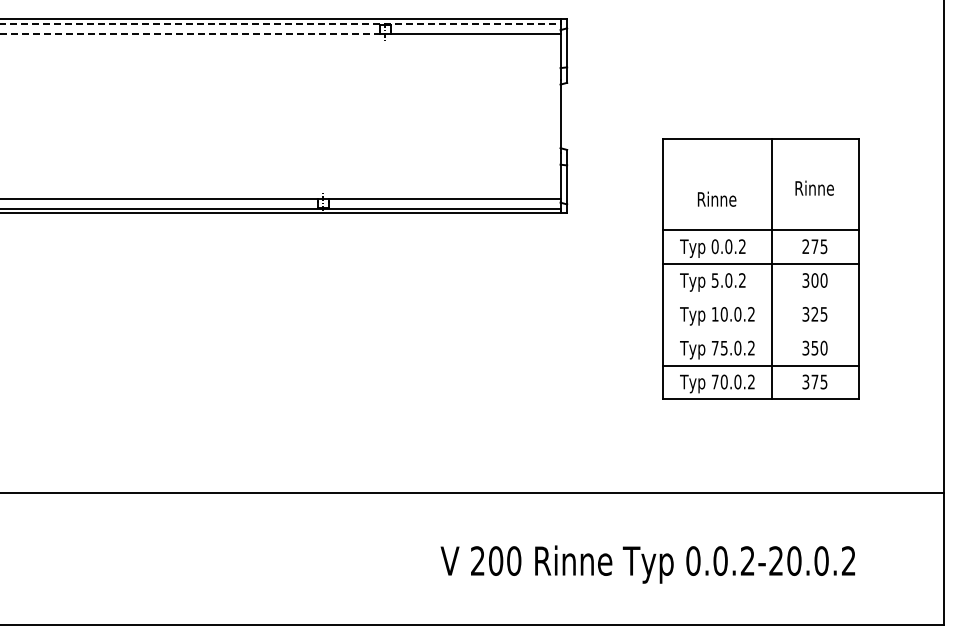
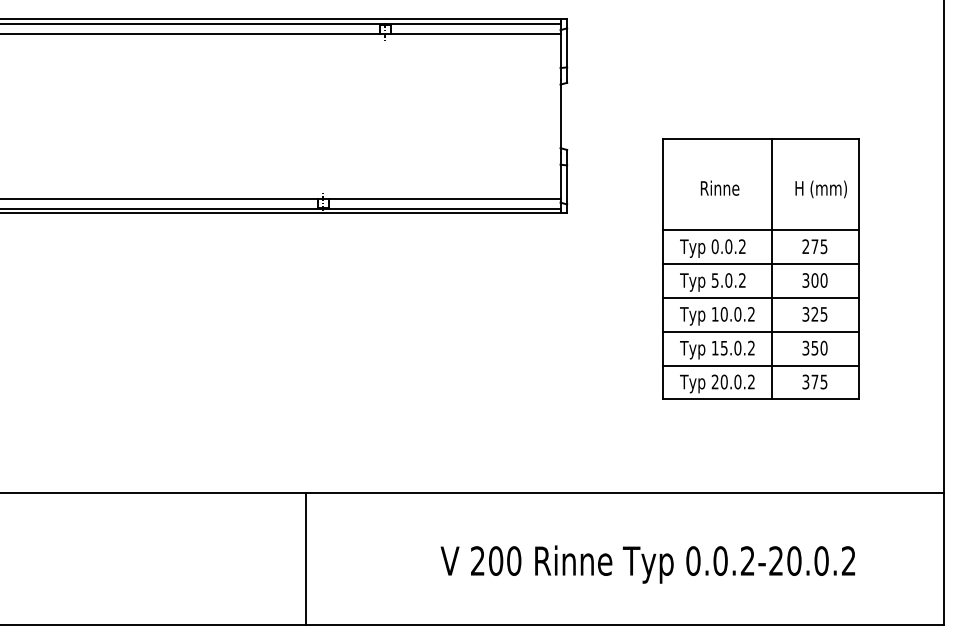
line at (280, 24): dashed -> solid
line at (190, 33): dashed -> solid
text at (821, 189): Rinne -> H (mm)
text at (716, 198) position: (716, 198) -> (719, 187)
line at (760, 297): none -> present
line at (760, 331): none -> present
text at (714, 348): 75.0.2 -> 15.0.2
text at (714, 381): 70.0.2 -> 20.0.2
line at (305, 558): none -> present
